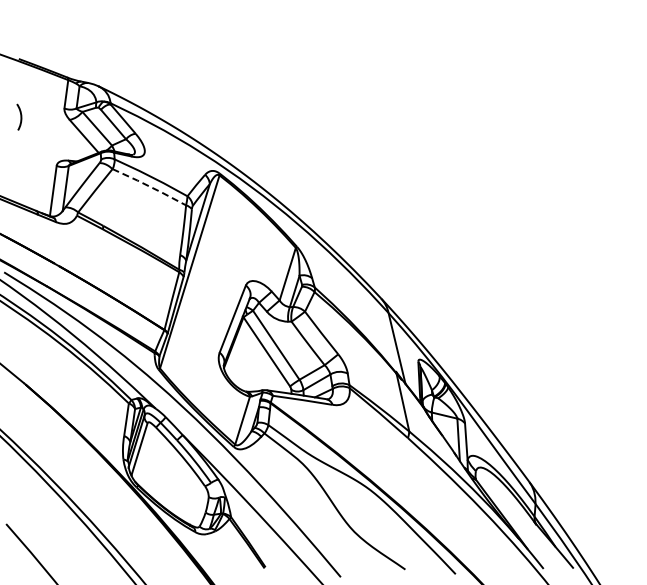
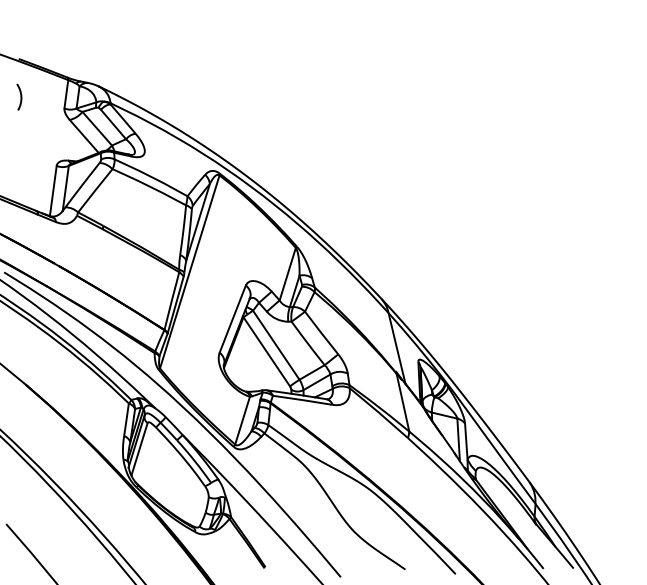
arc at (20, 116) position: (20, 116) -> (20, 96)
line at (149, 186): dashed -> solid
